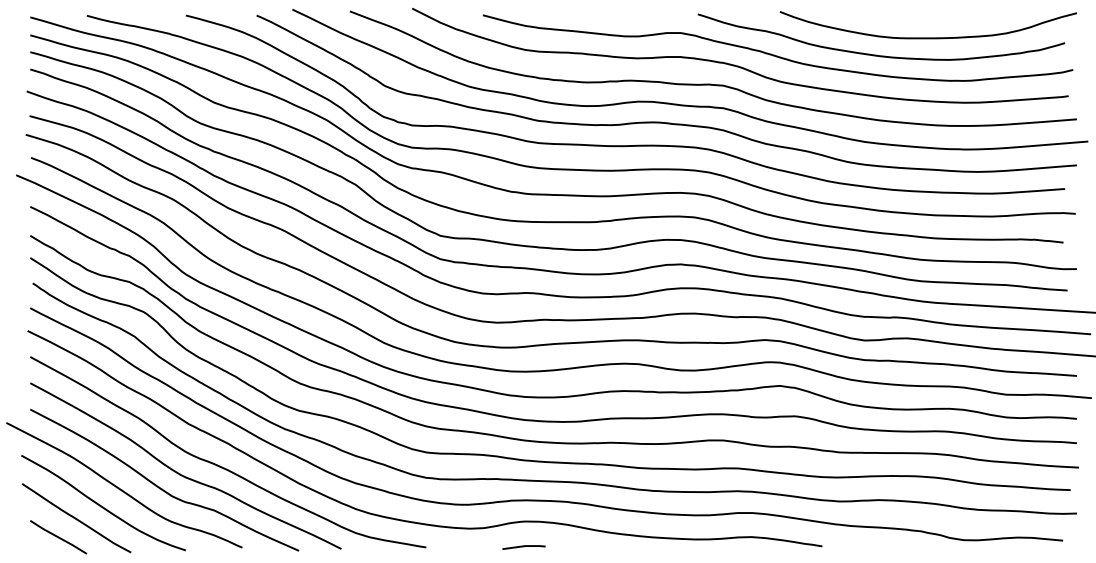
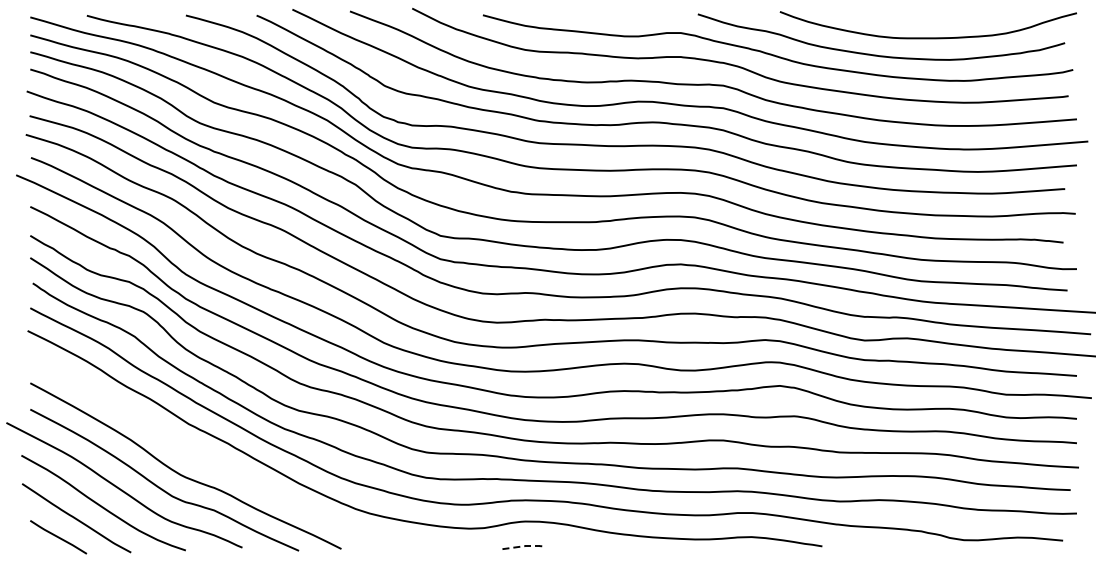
curve at (222, 466): present -> none
line at (525, 546): solid -> dashed
